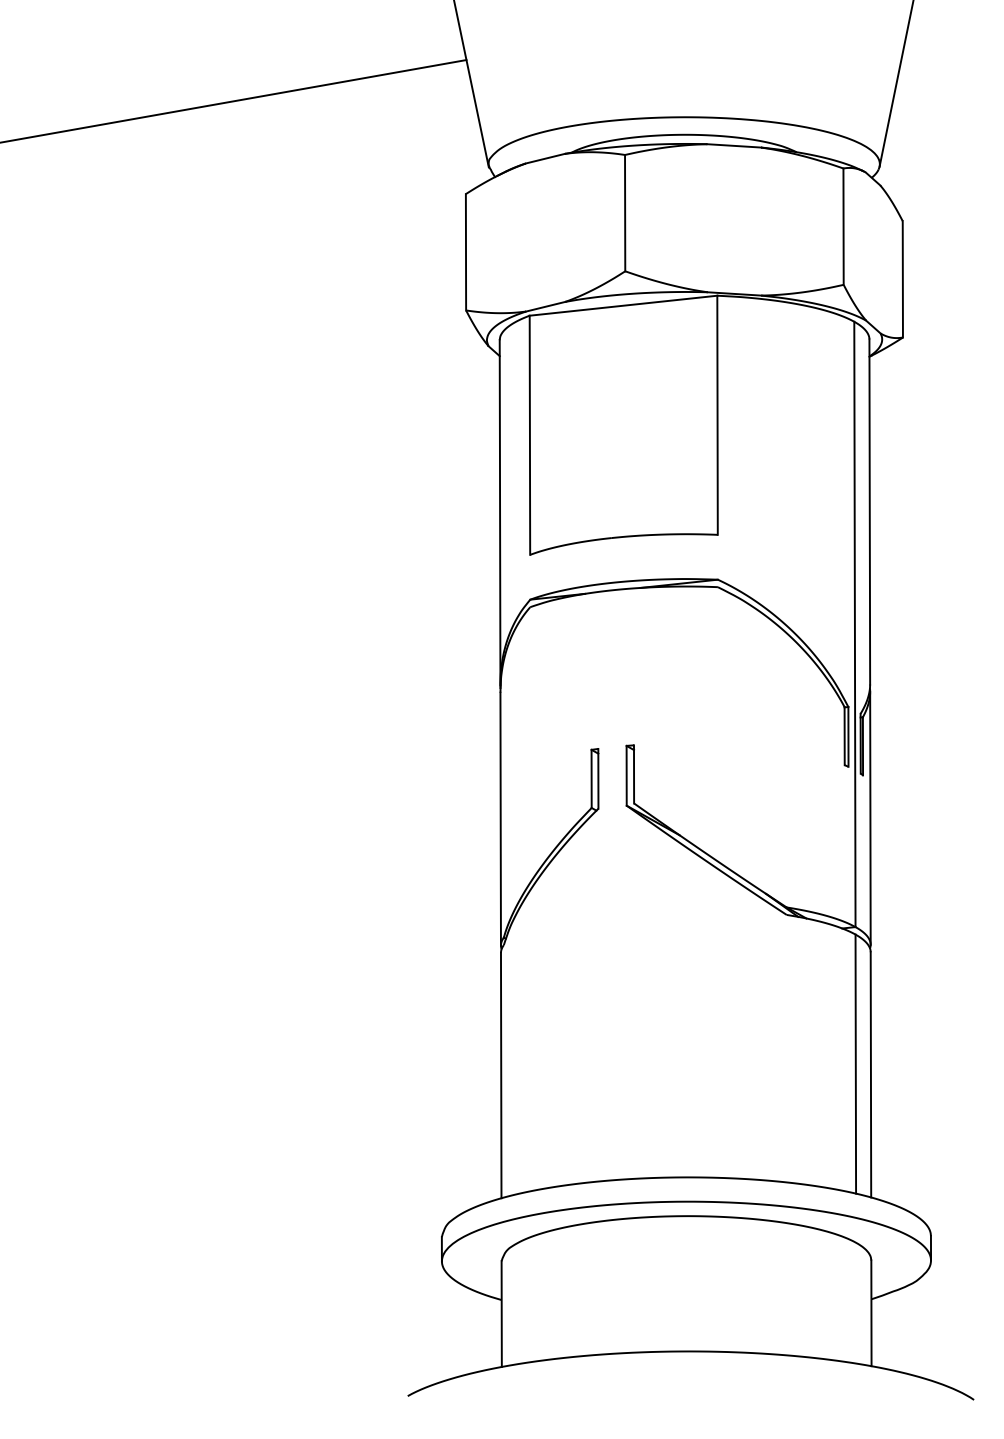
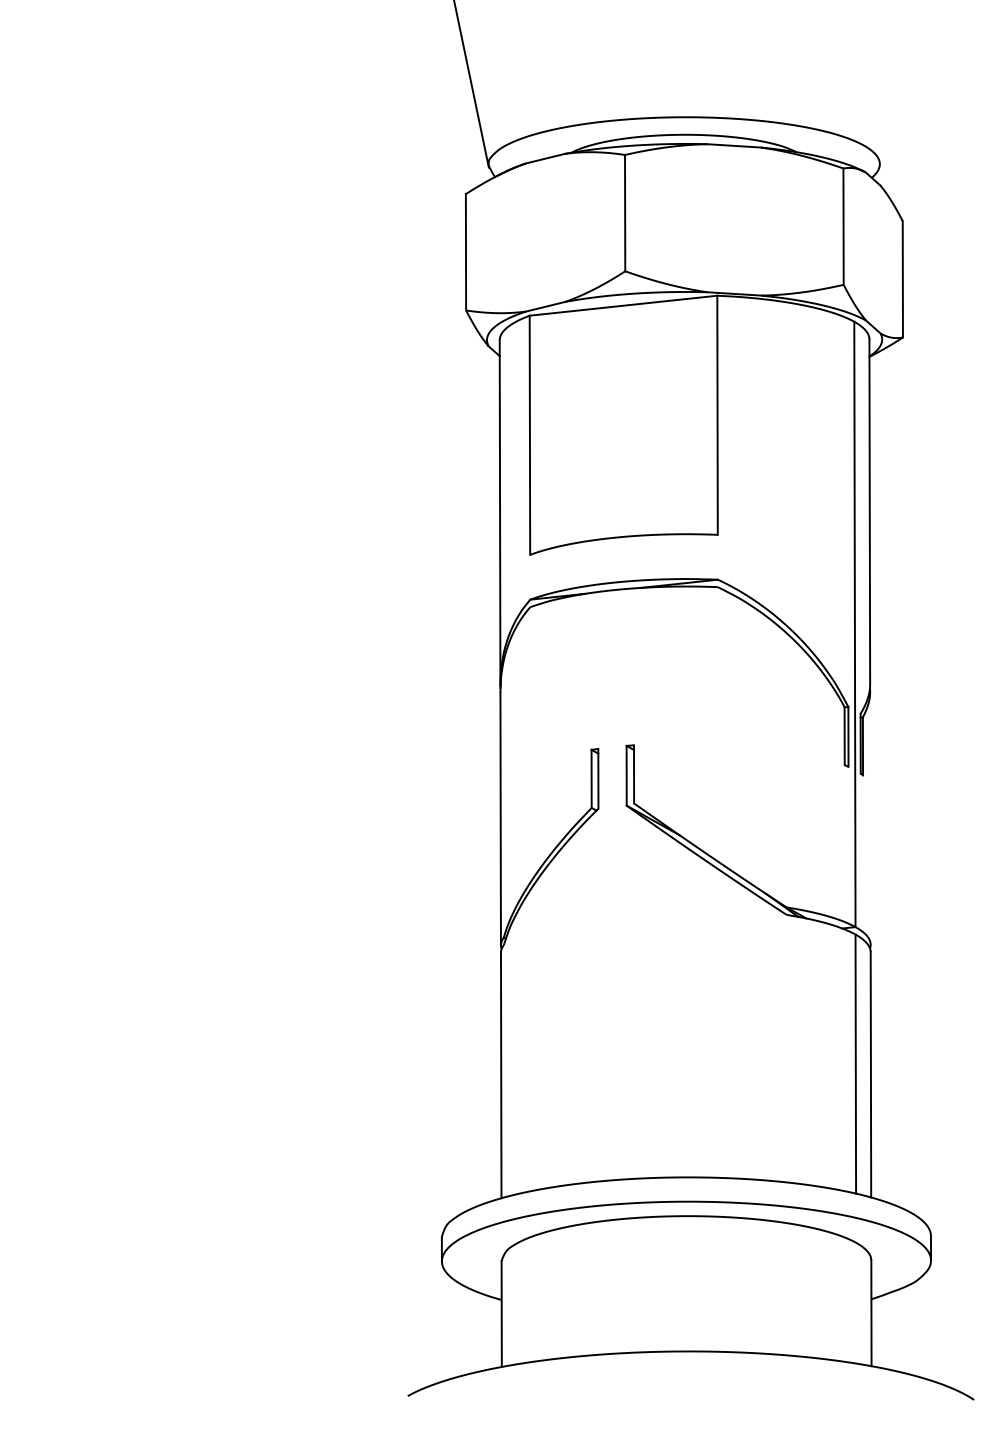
line at (895, 84): present -> none
line at (234, 101): present -> none
line at (870, 817): present -> none
